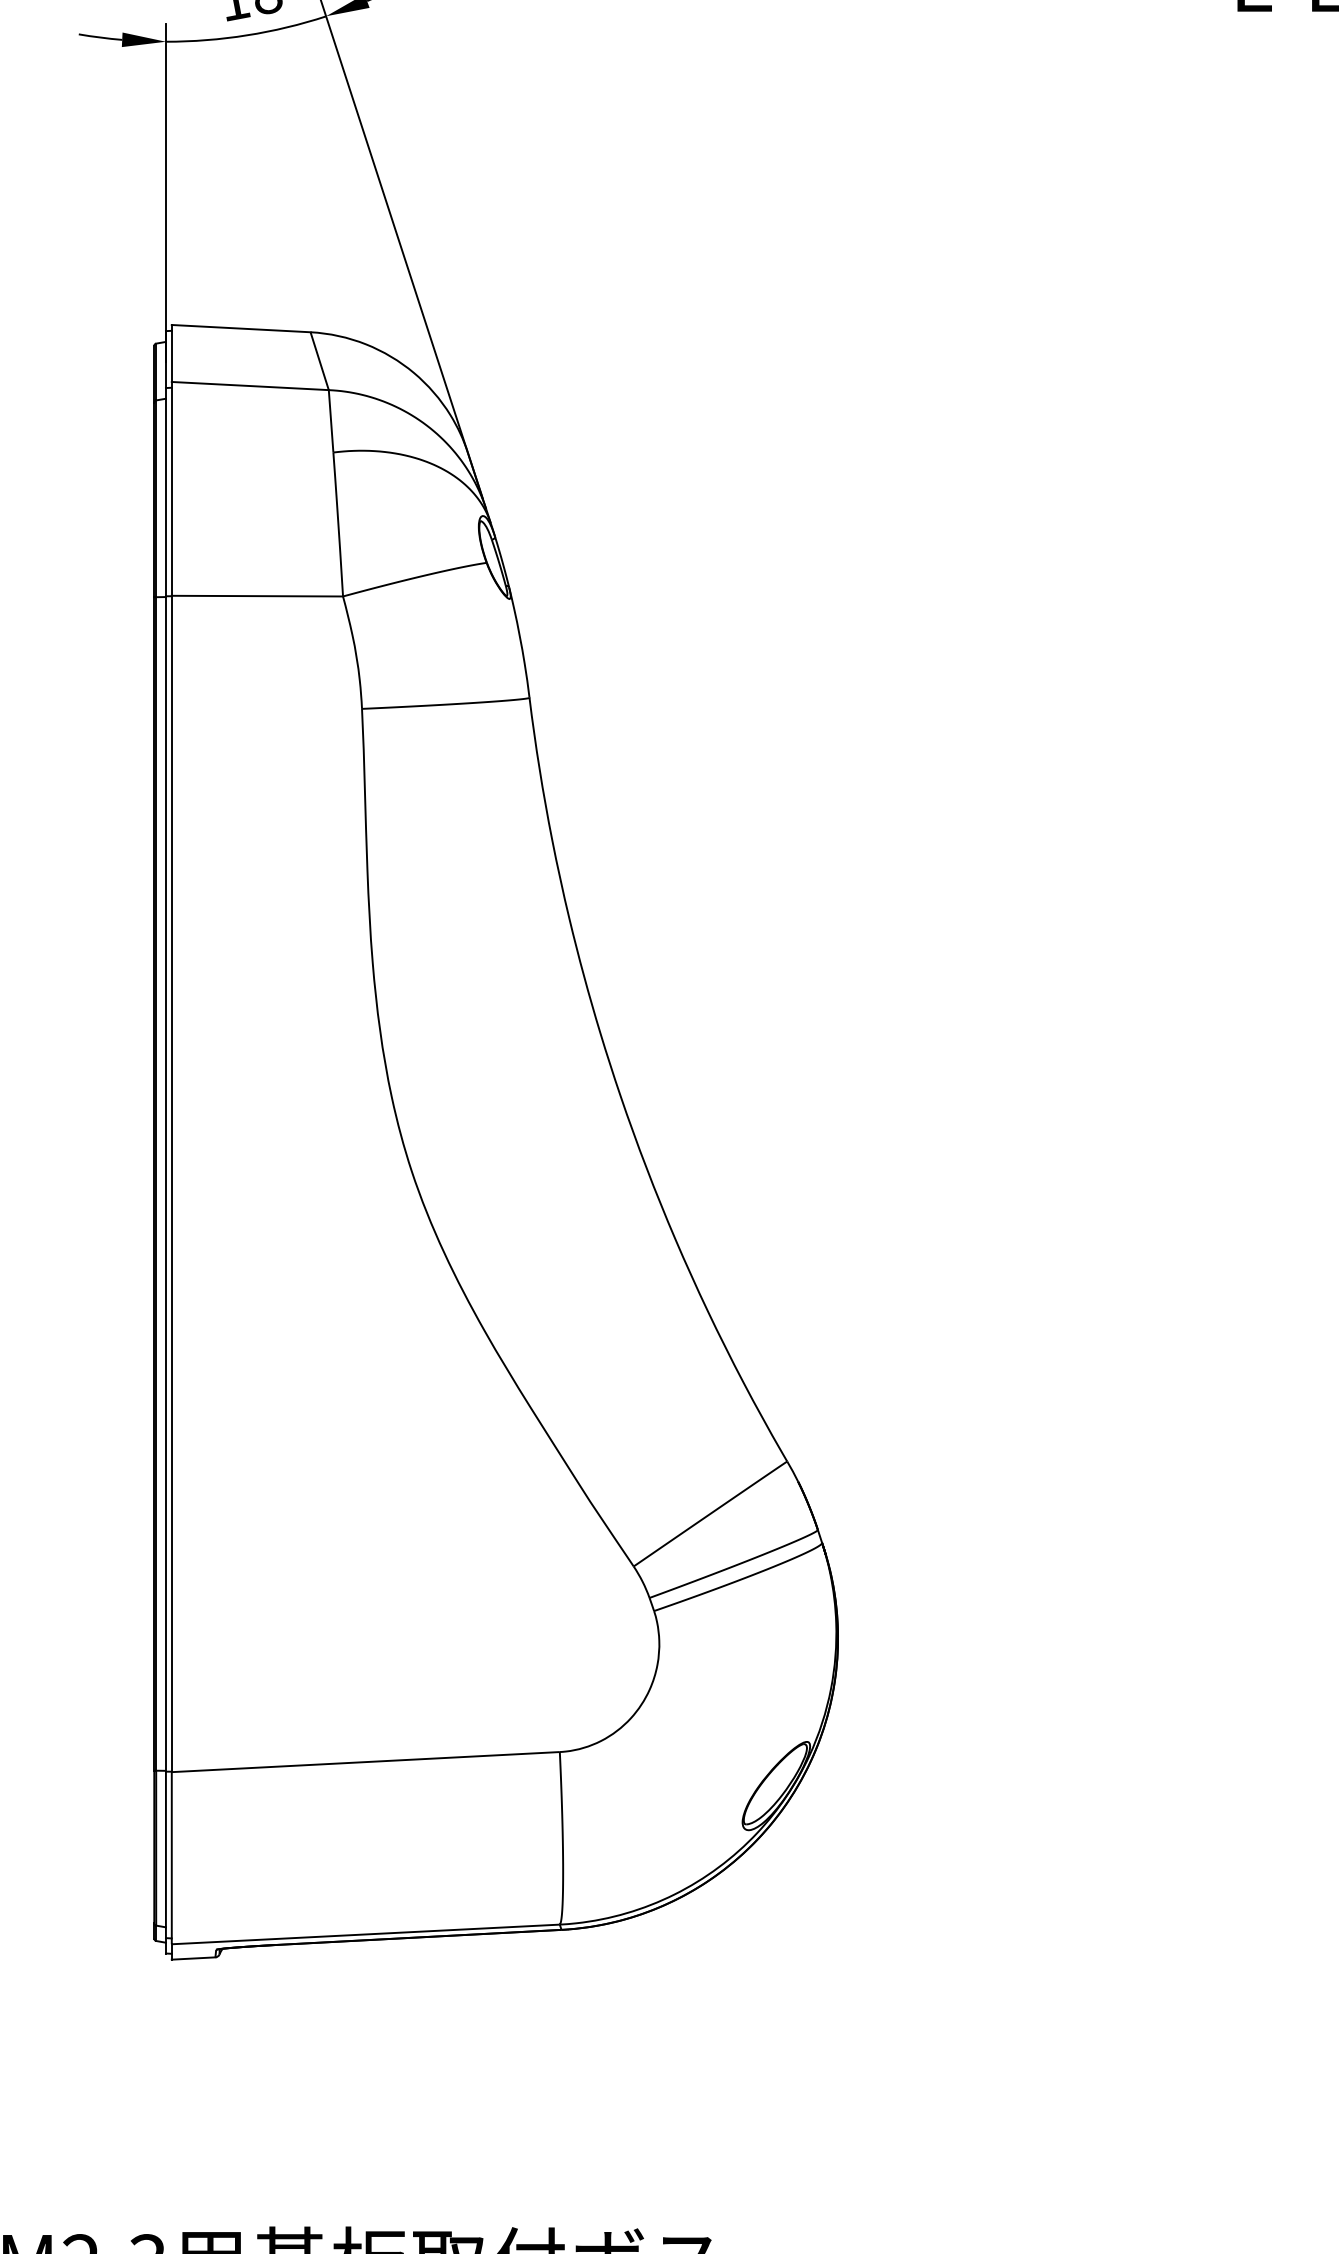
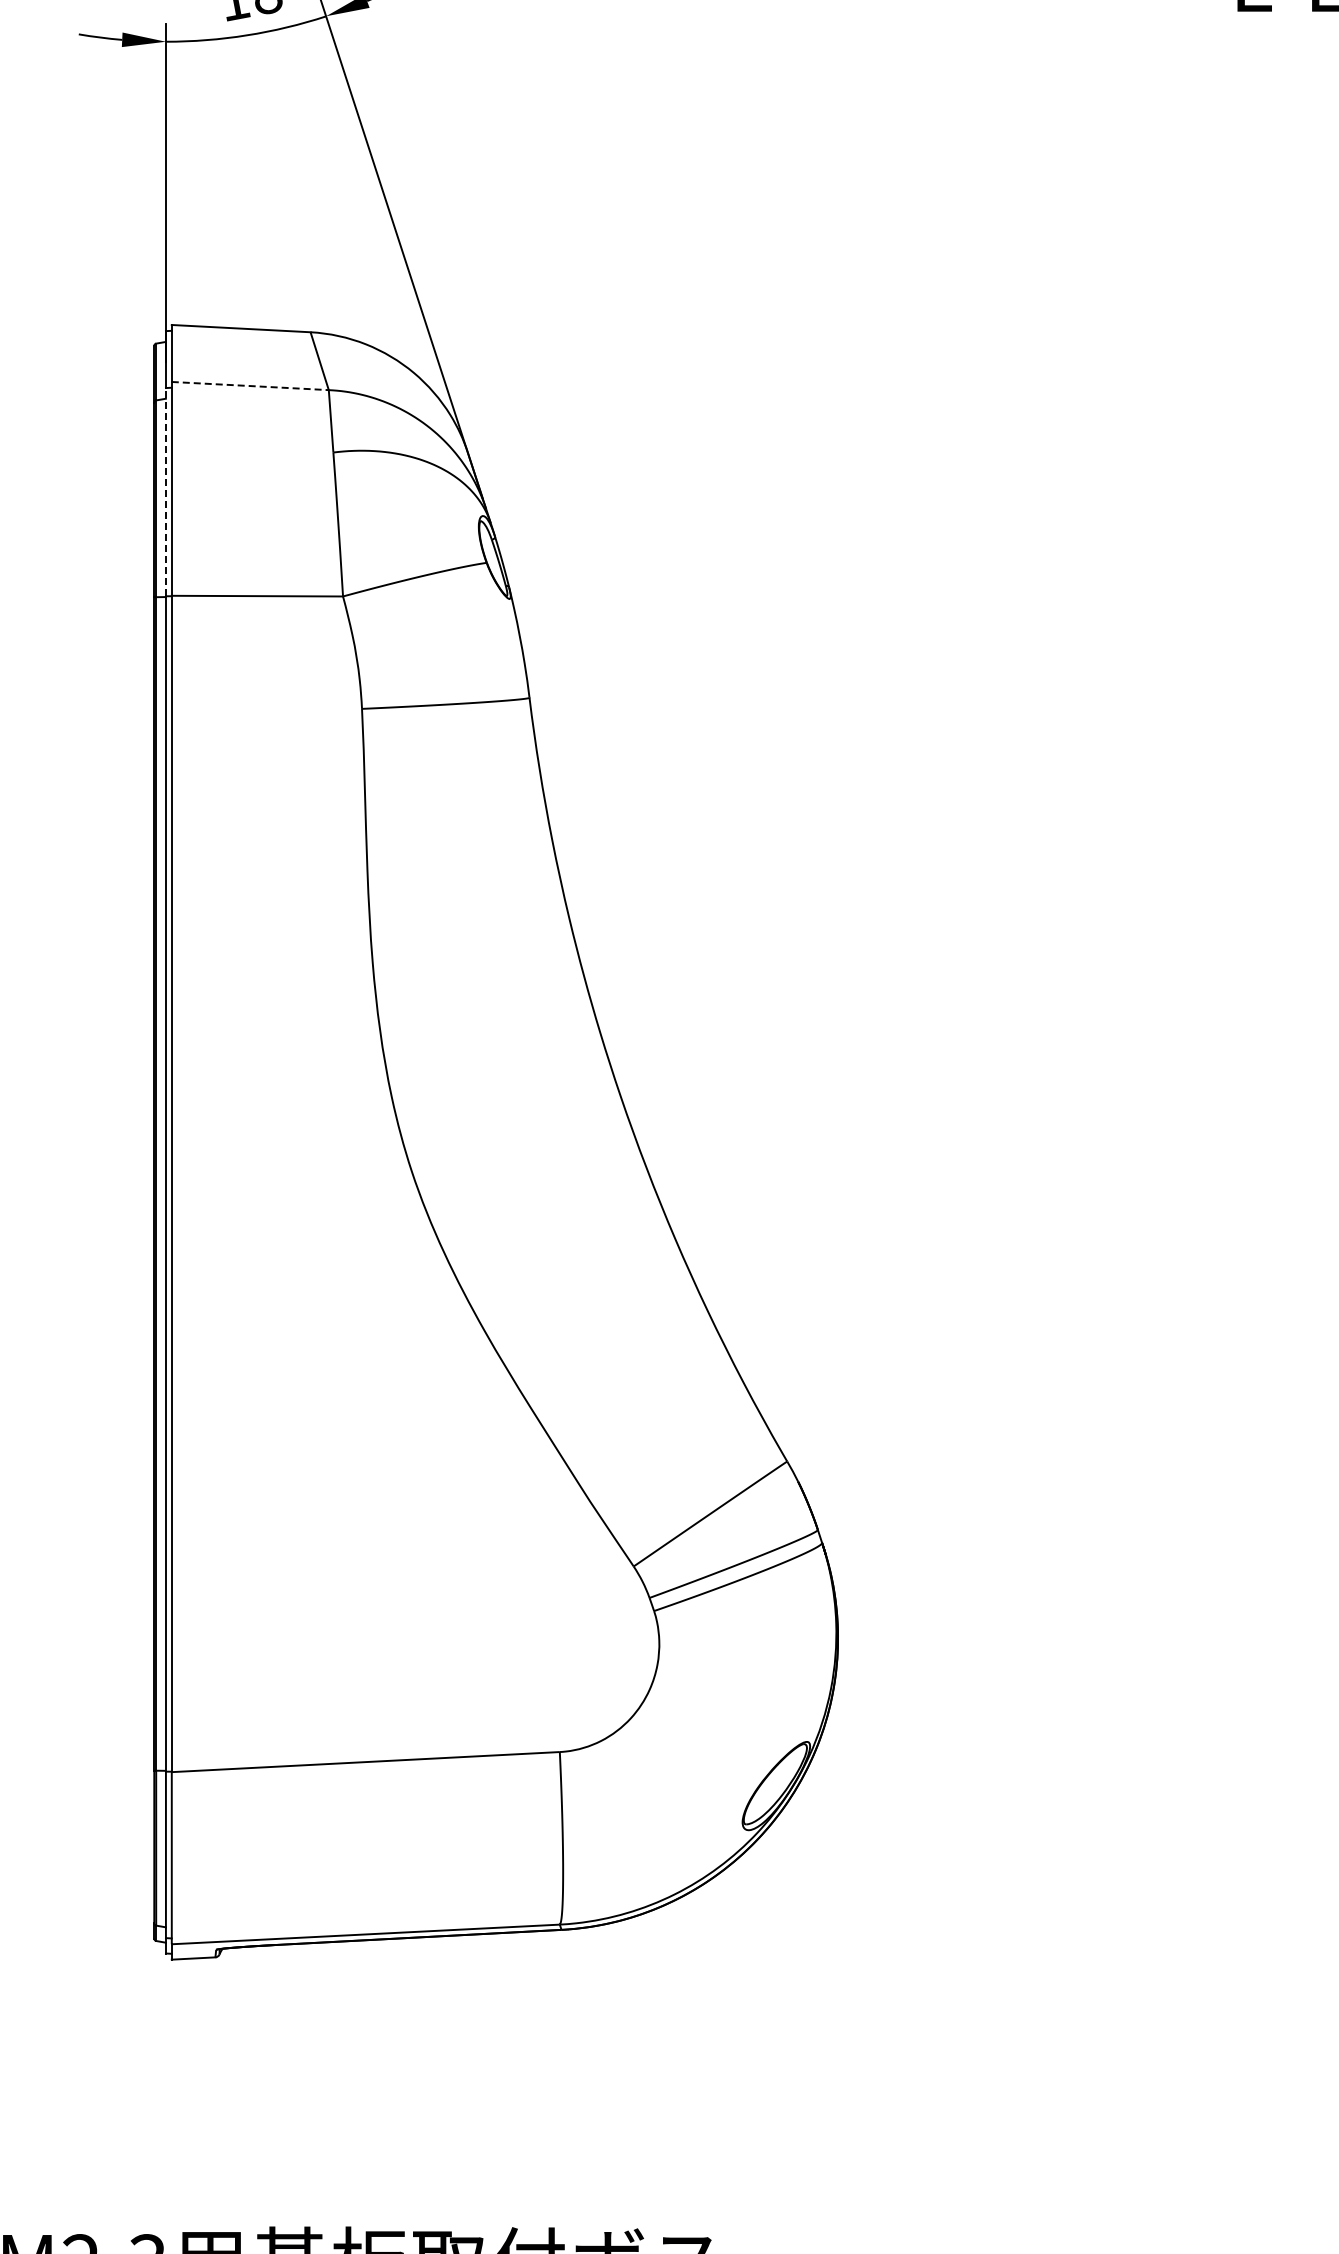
line at (250, 386): solid -> dashed
line at (165, 491): solid -> dashed
